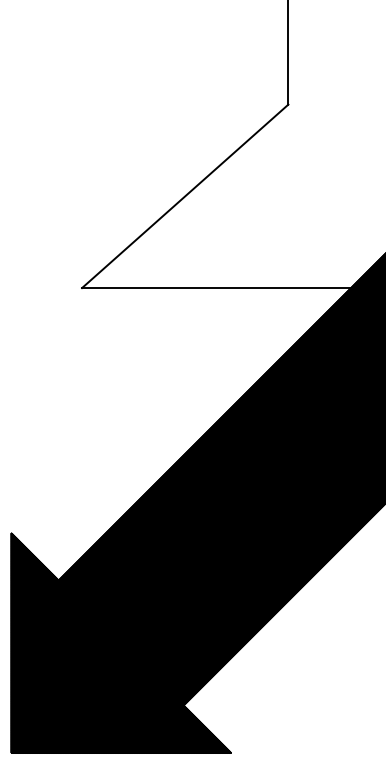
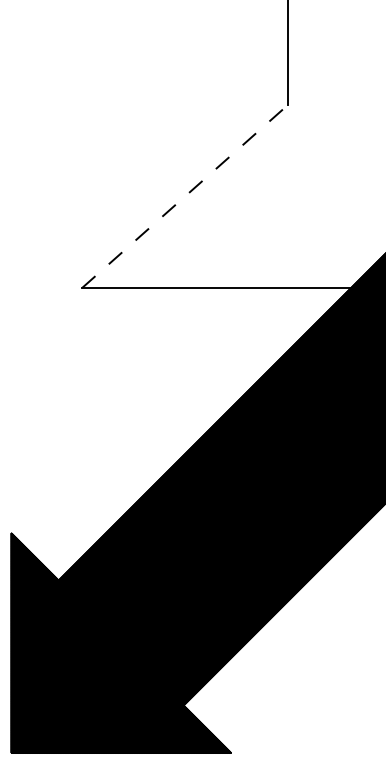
line at (185, 196): solid -> dashed
